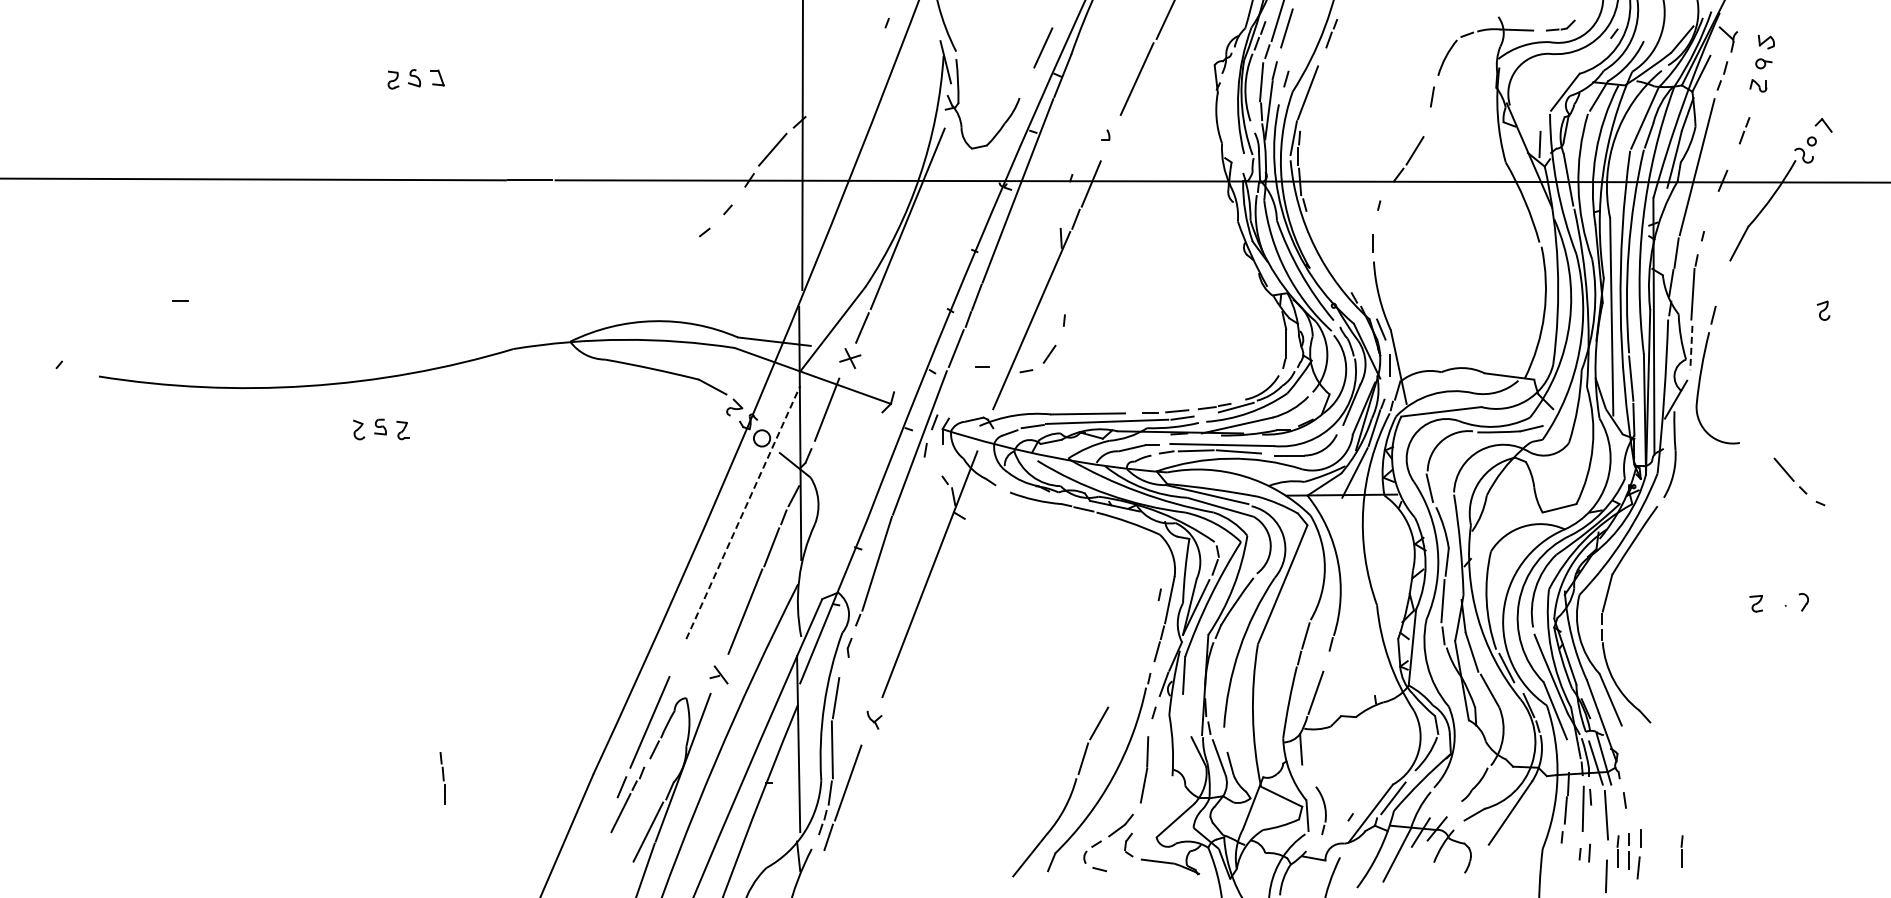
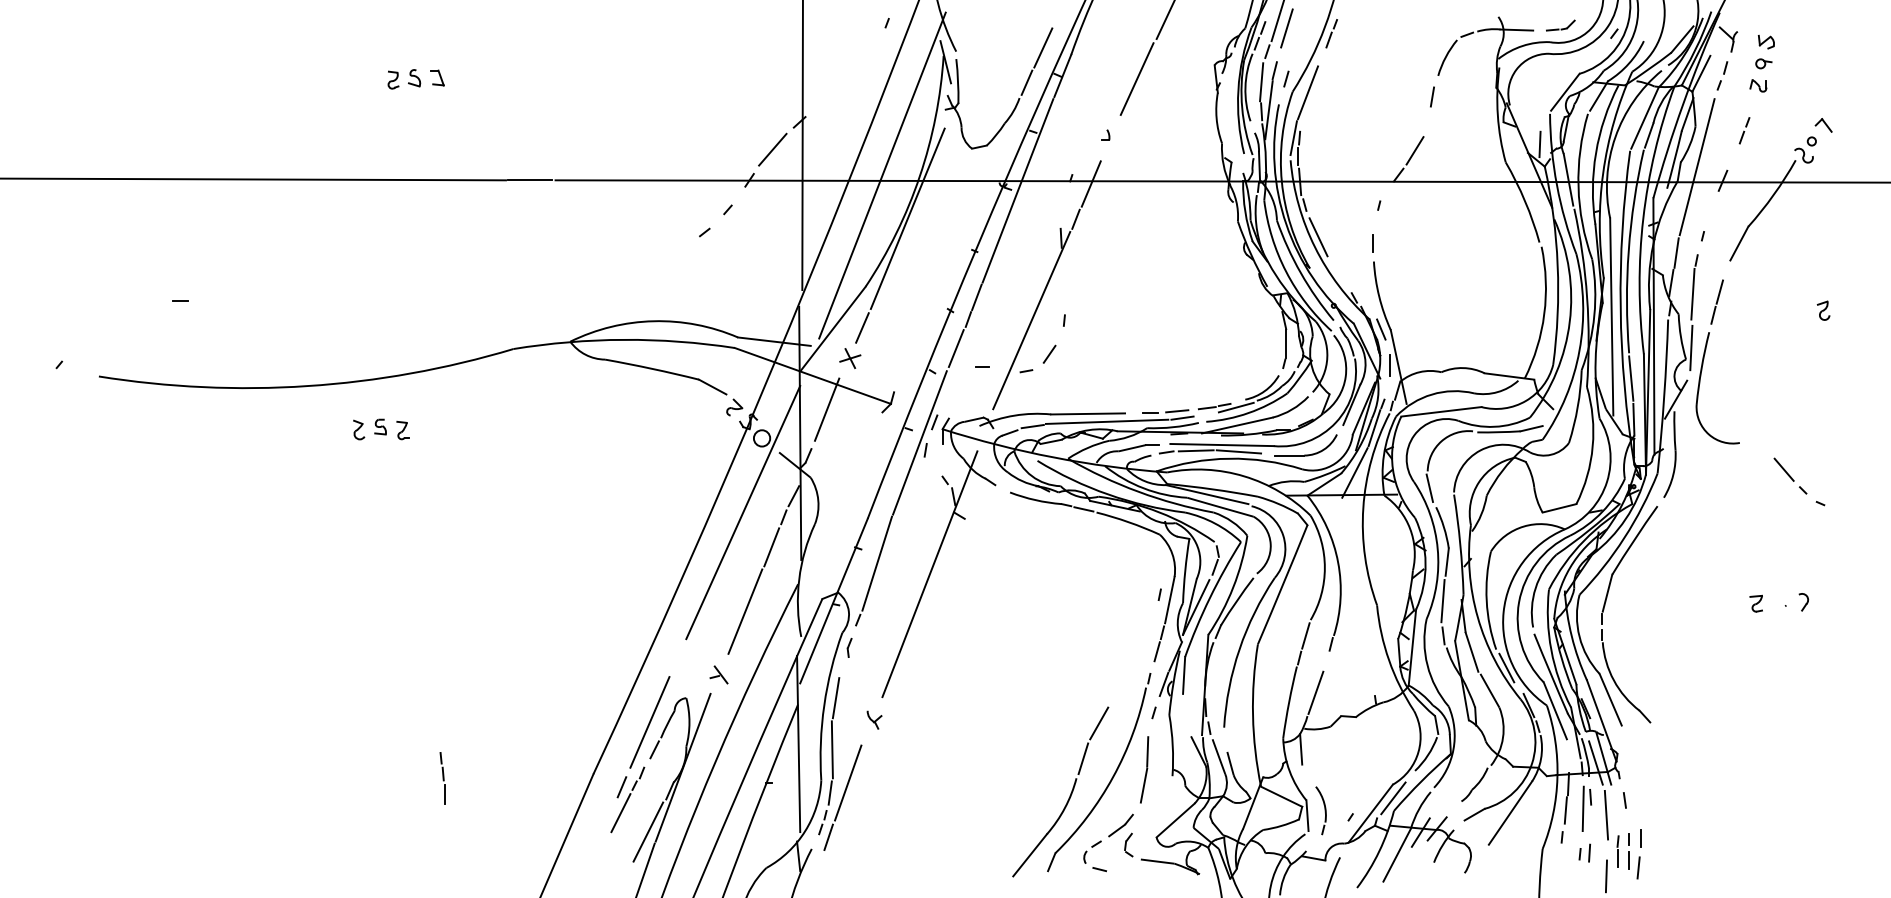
line at (1026, 82): none -> present
line at (882, 175): none -> present
line at (1318, 237): none -> present
line at (1719, 291): none -> present
line at (1691, 348): dashed -> solid
line at (743, 512): dashed -> solid
part at (1681, 851): present -> none
